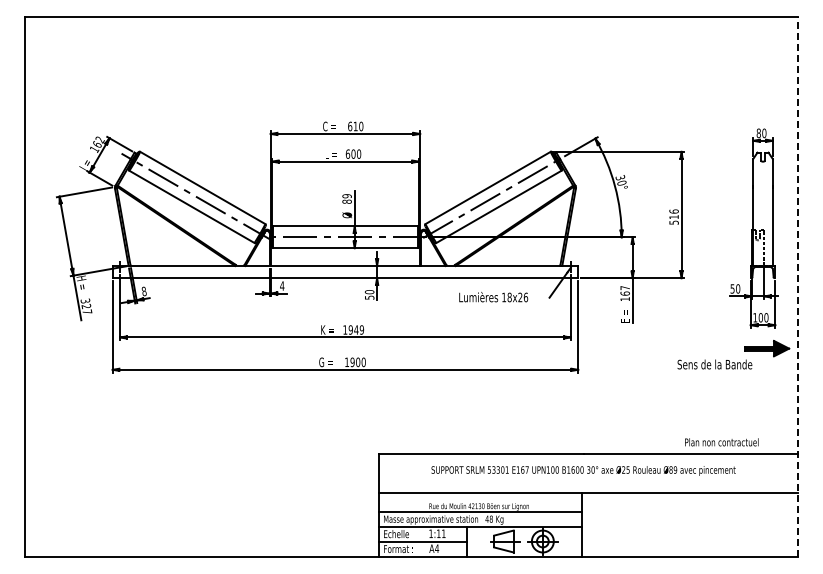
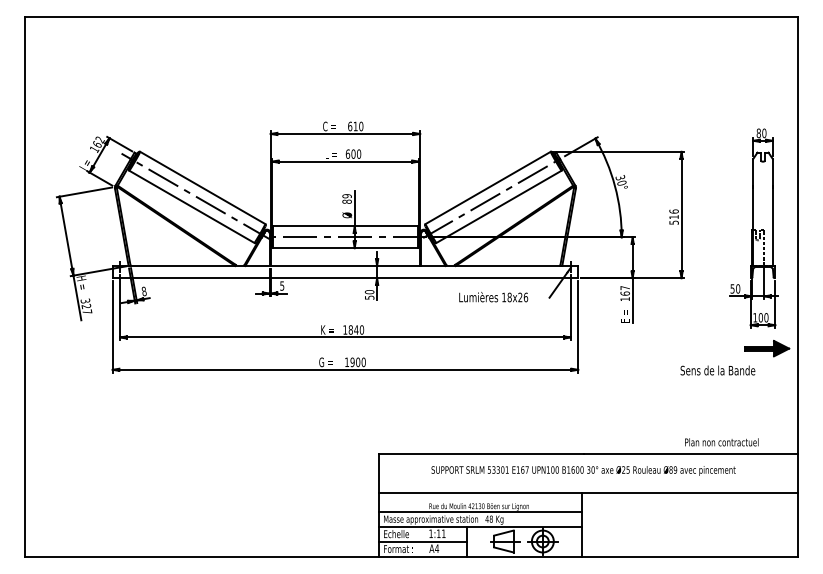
text at (282, 285): 4 -> 5
line at (798, 287): dashed -> solid
text at (355, 329): 1949 -> 1840
text at (714, 364) position: (714, 364) -> (717, 370)
